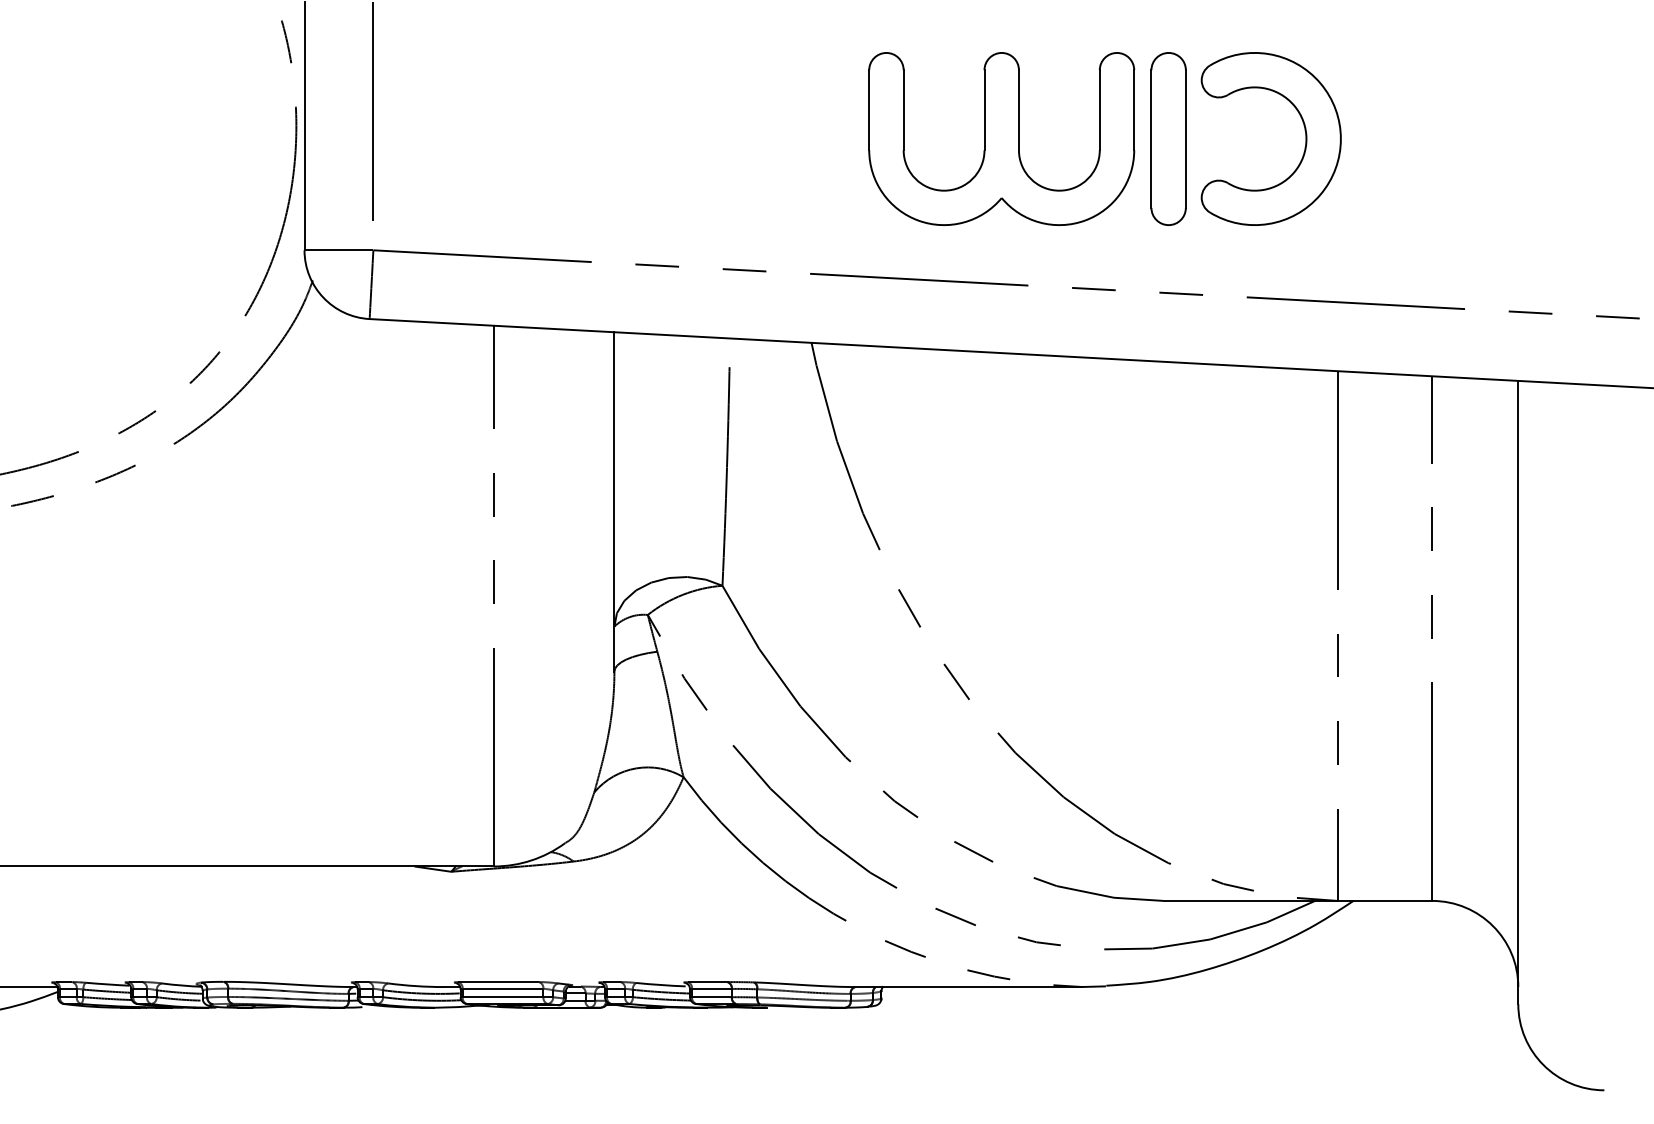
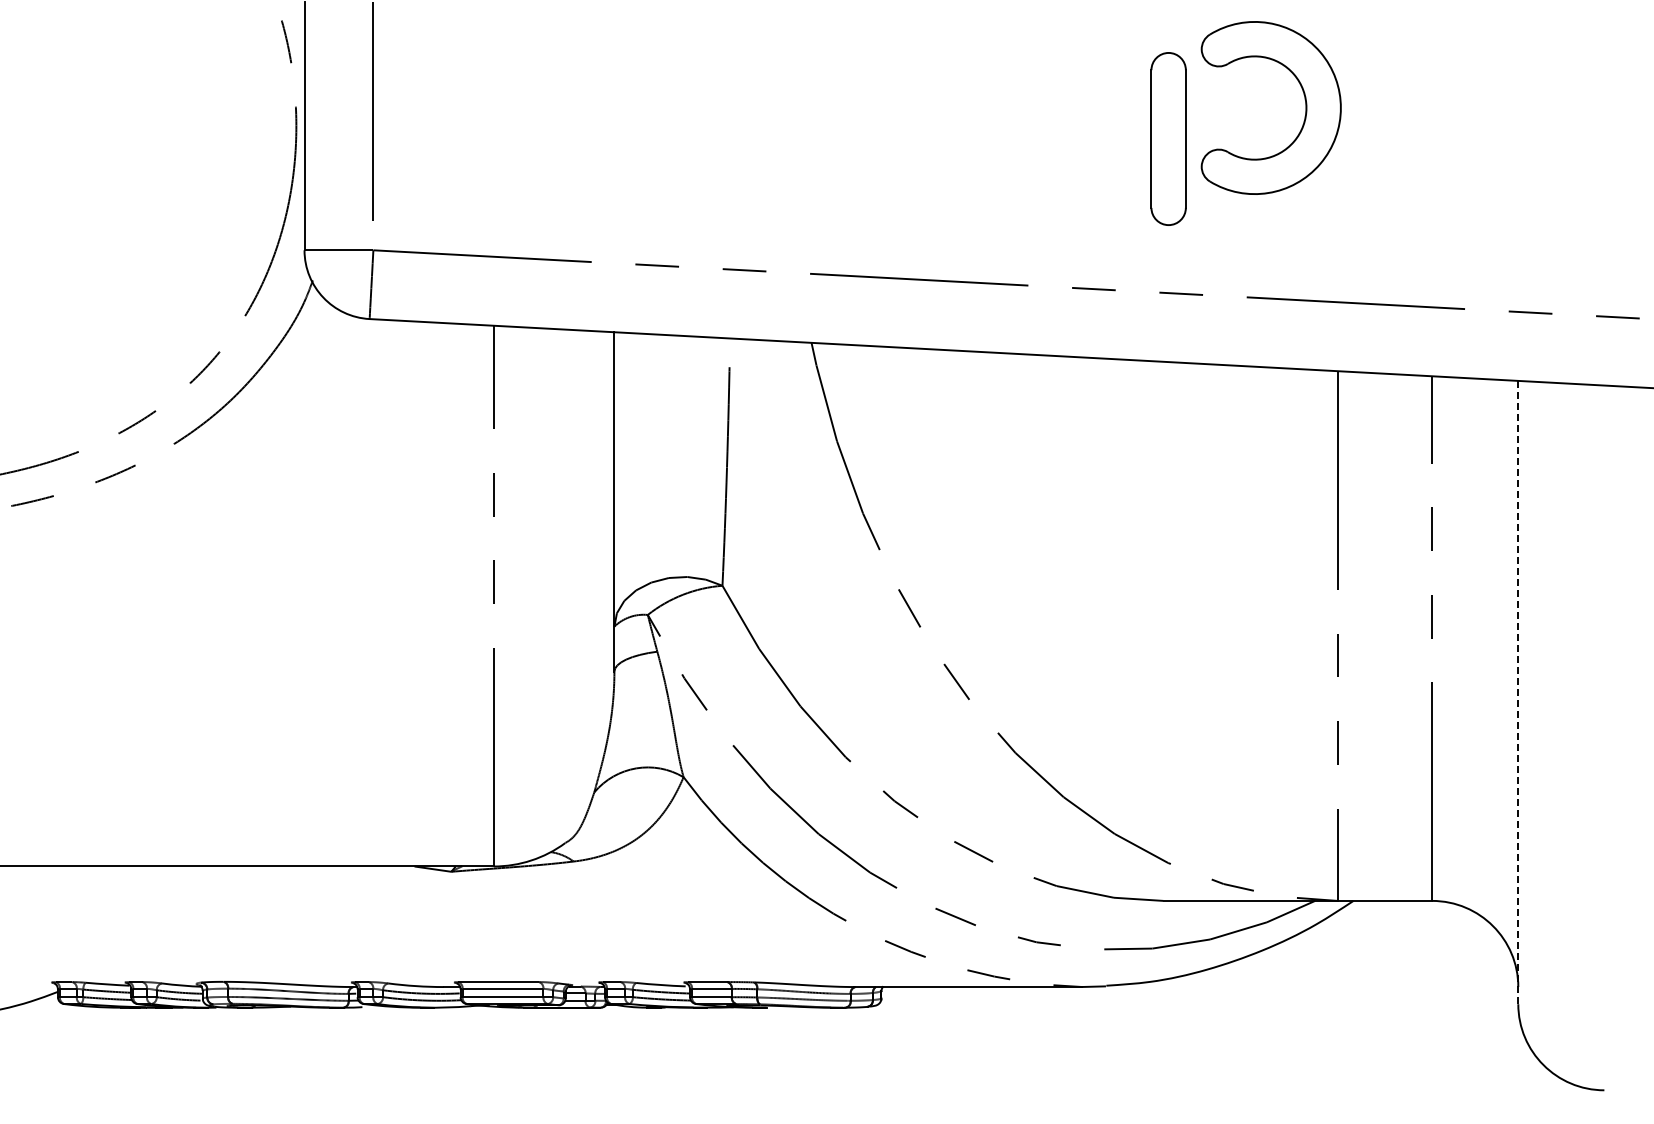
part at (1304, 130) position: (1304, 130) -> (1304, 99)
part at (1001, 138): present -> none
line at (1518, 692): solid -> dashed
line at (29, 987): present -> none
